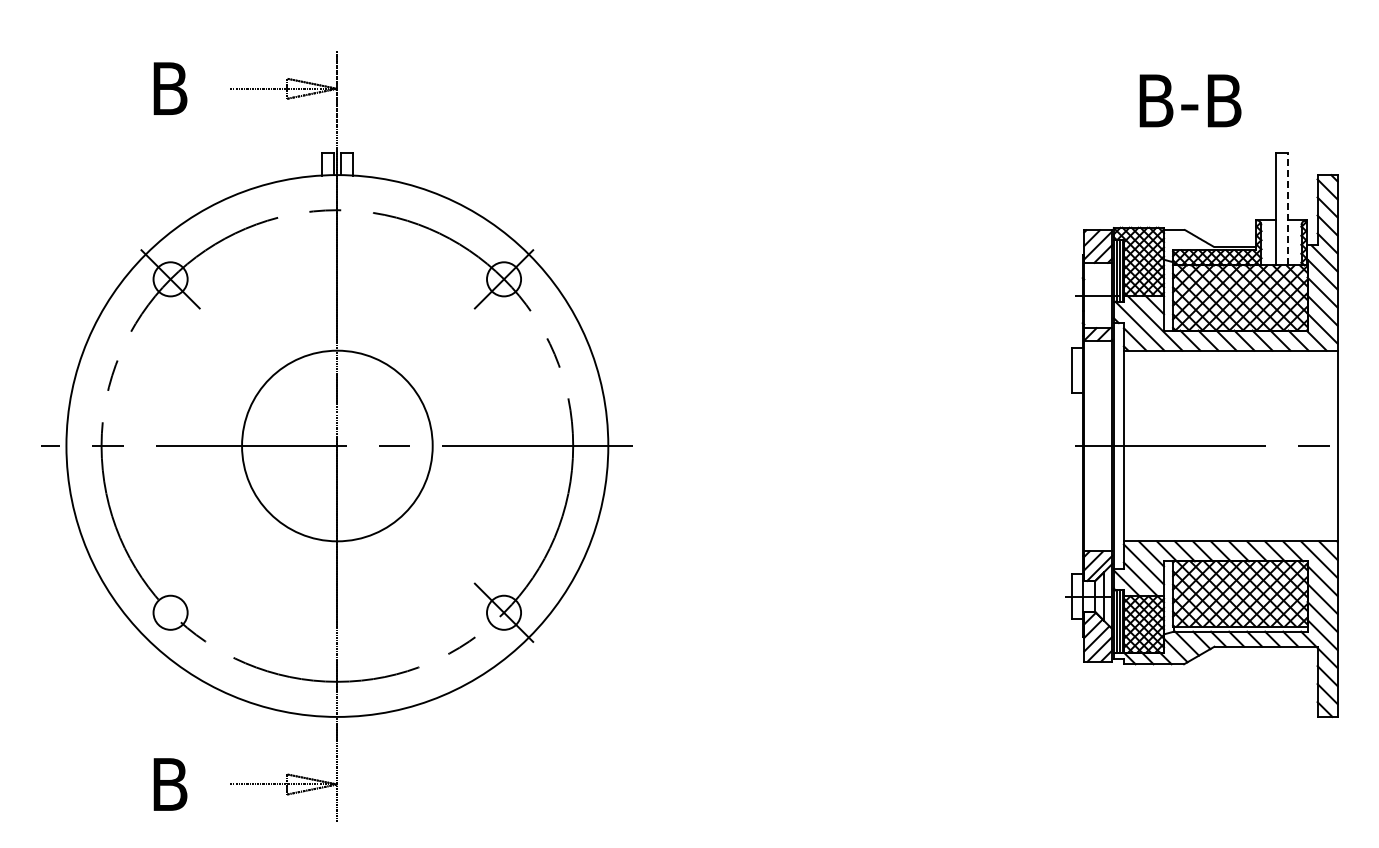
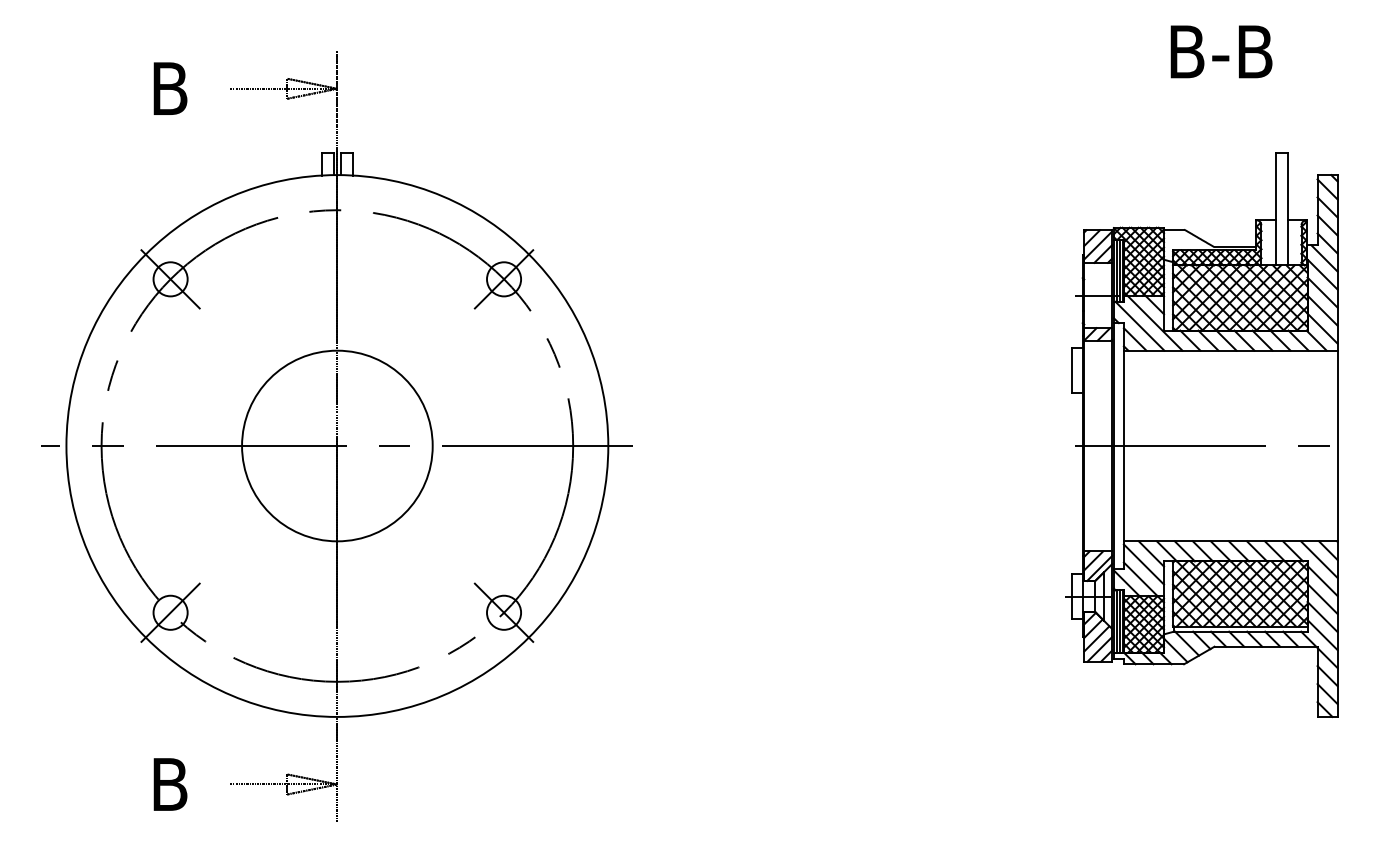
text at (1190, 100) position: (1190, 100) -> (1221, 51)
line at (1288, 208): dashed -> solid
line at (170, 612): none -> present
